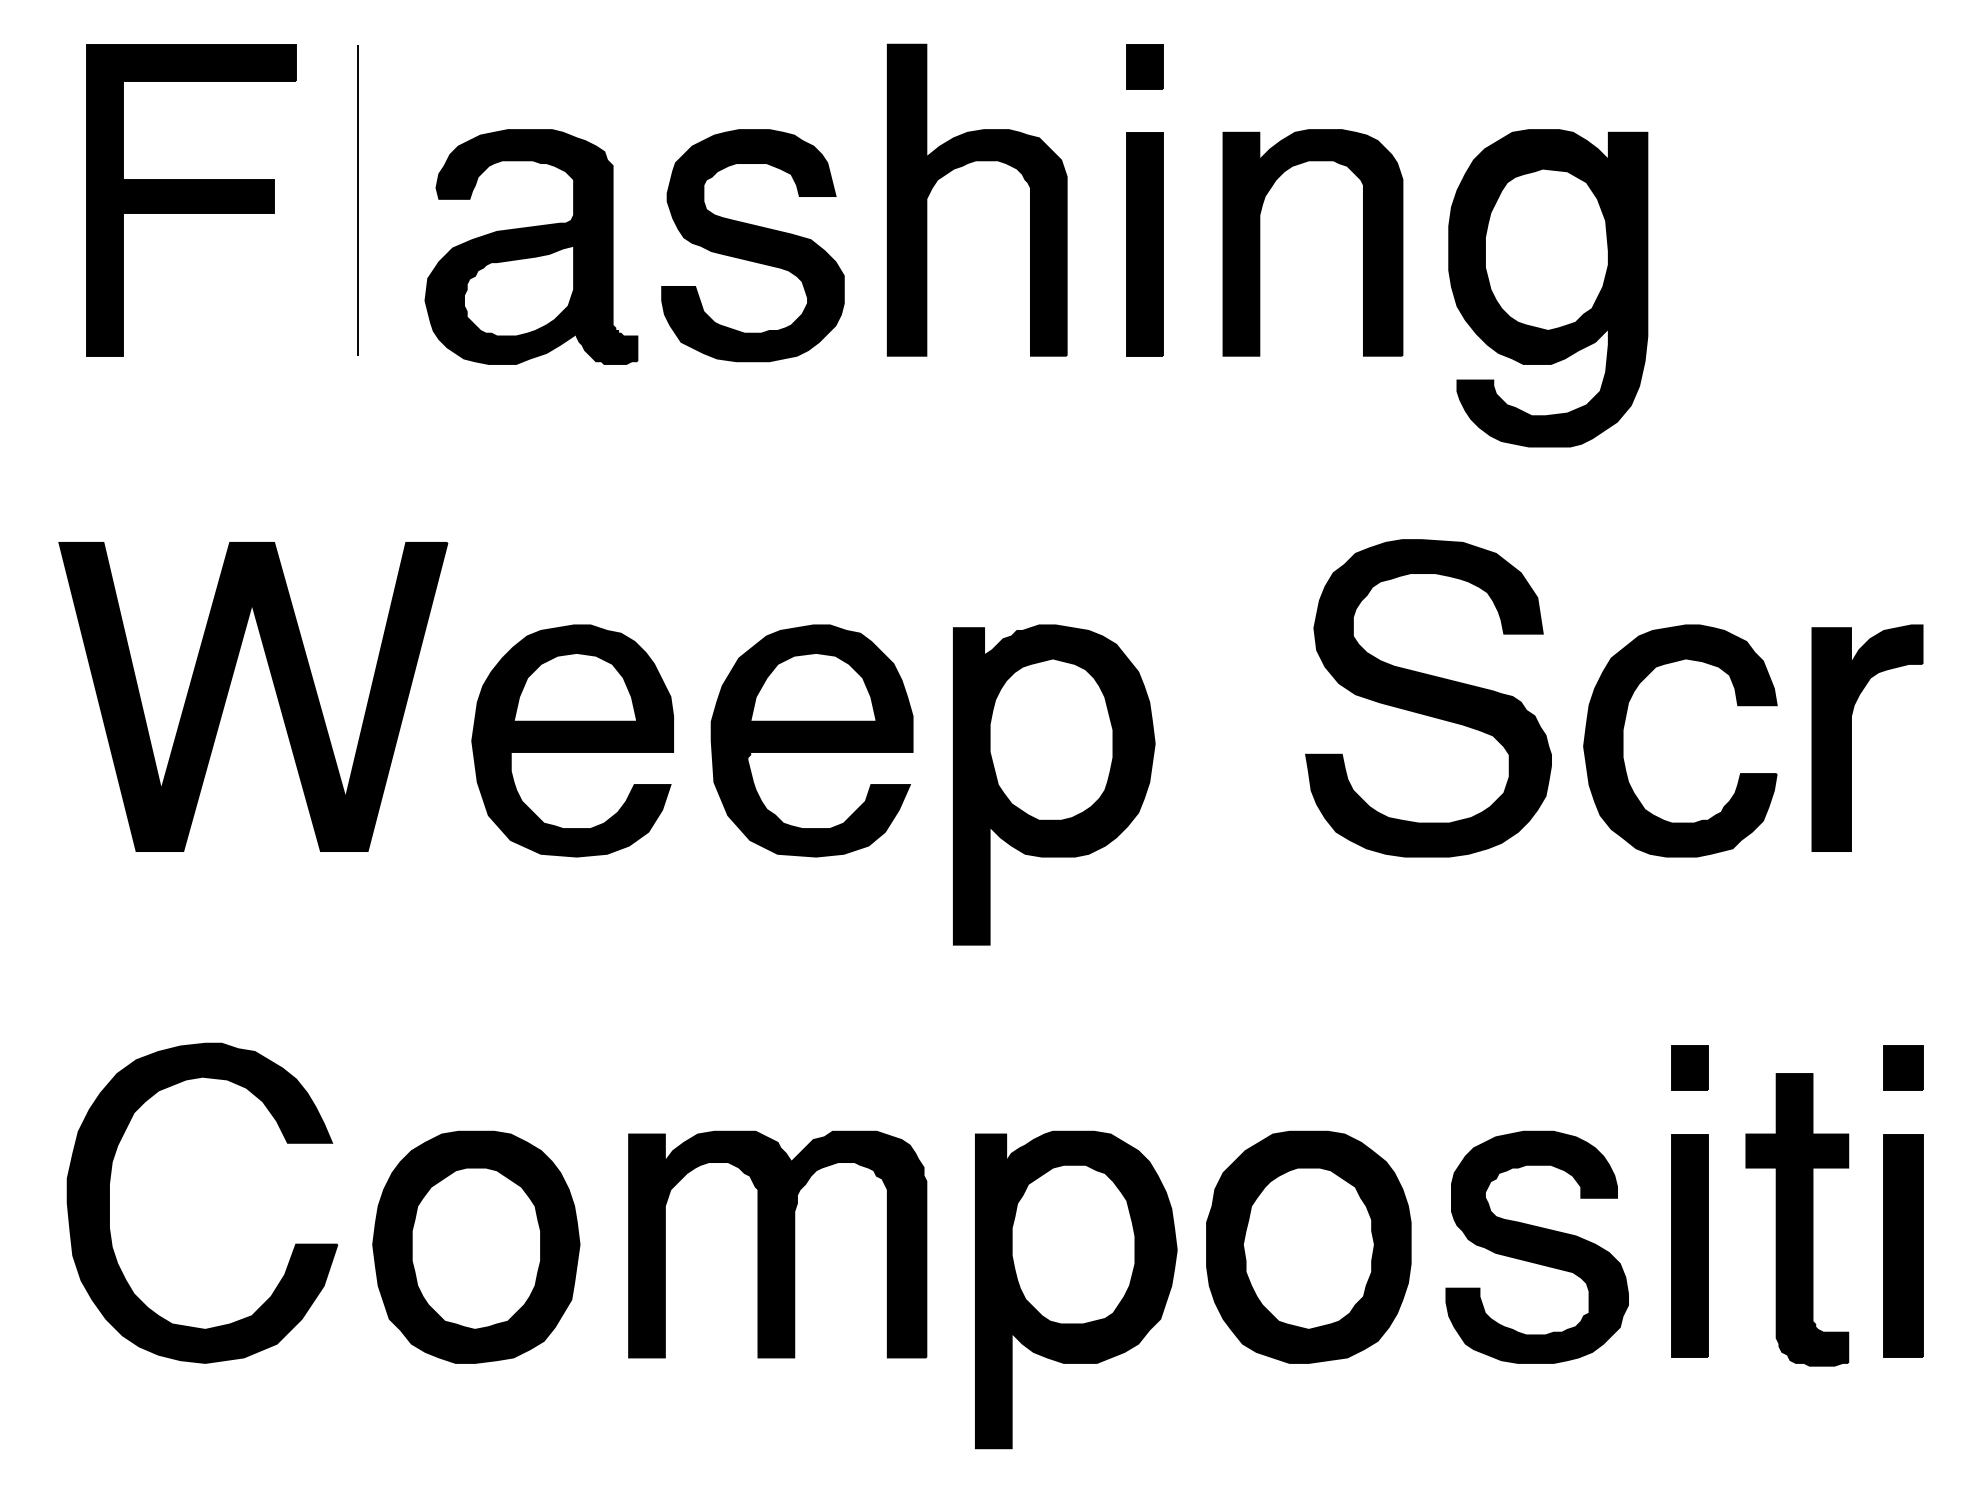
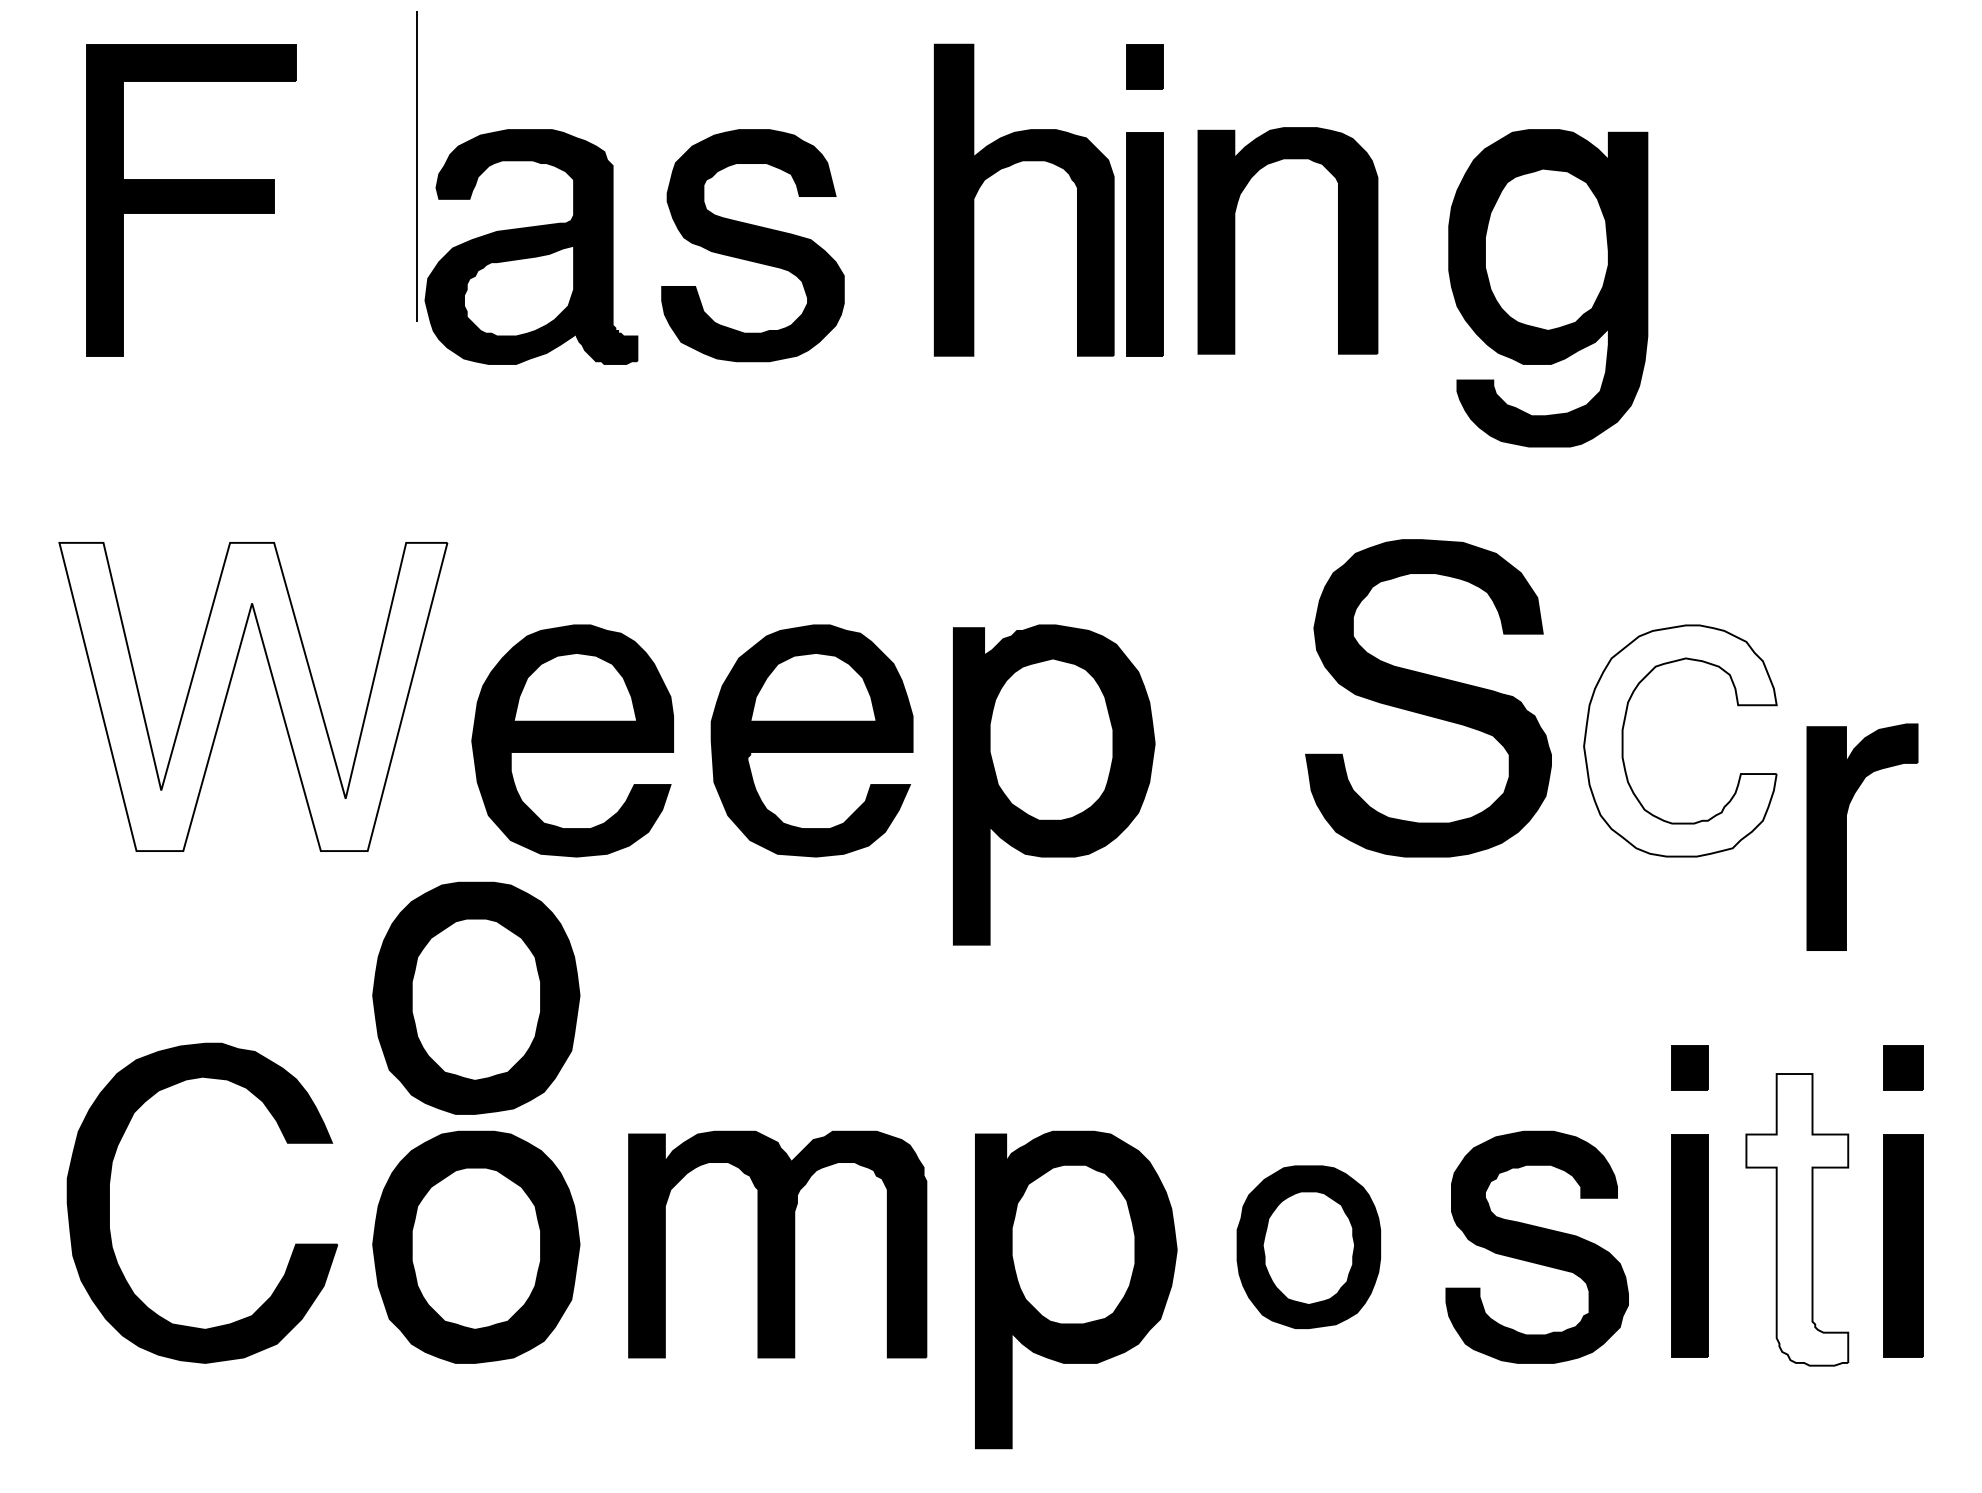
part at (963, 166) position: (963, 166) -> (1010, 166)
line at (357, 200) position: (357, 200) -> (416, 166)
part at (1363, 242) position: (1363, 242) -> (1338, 240)
fill at (253, 696): present -> none
part at (1851, 737) position: (1851, 737) -> (1846, 836)
fill at (1680, 740): present -> none
part at (476, 997): none -> present
fill at (1797, 1219): present -> none
part at (1308, 1246) size: 206x234 px -> 146x165 px
